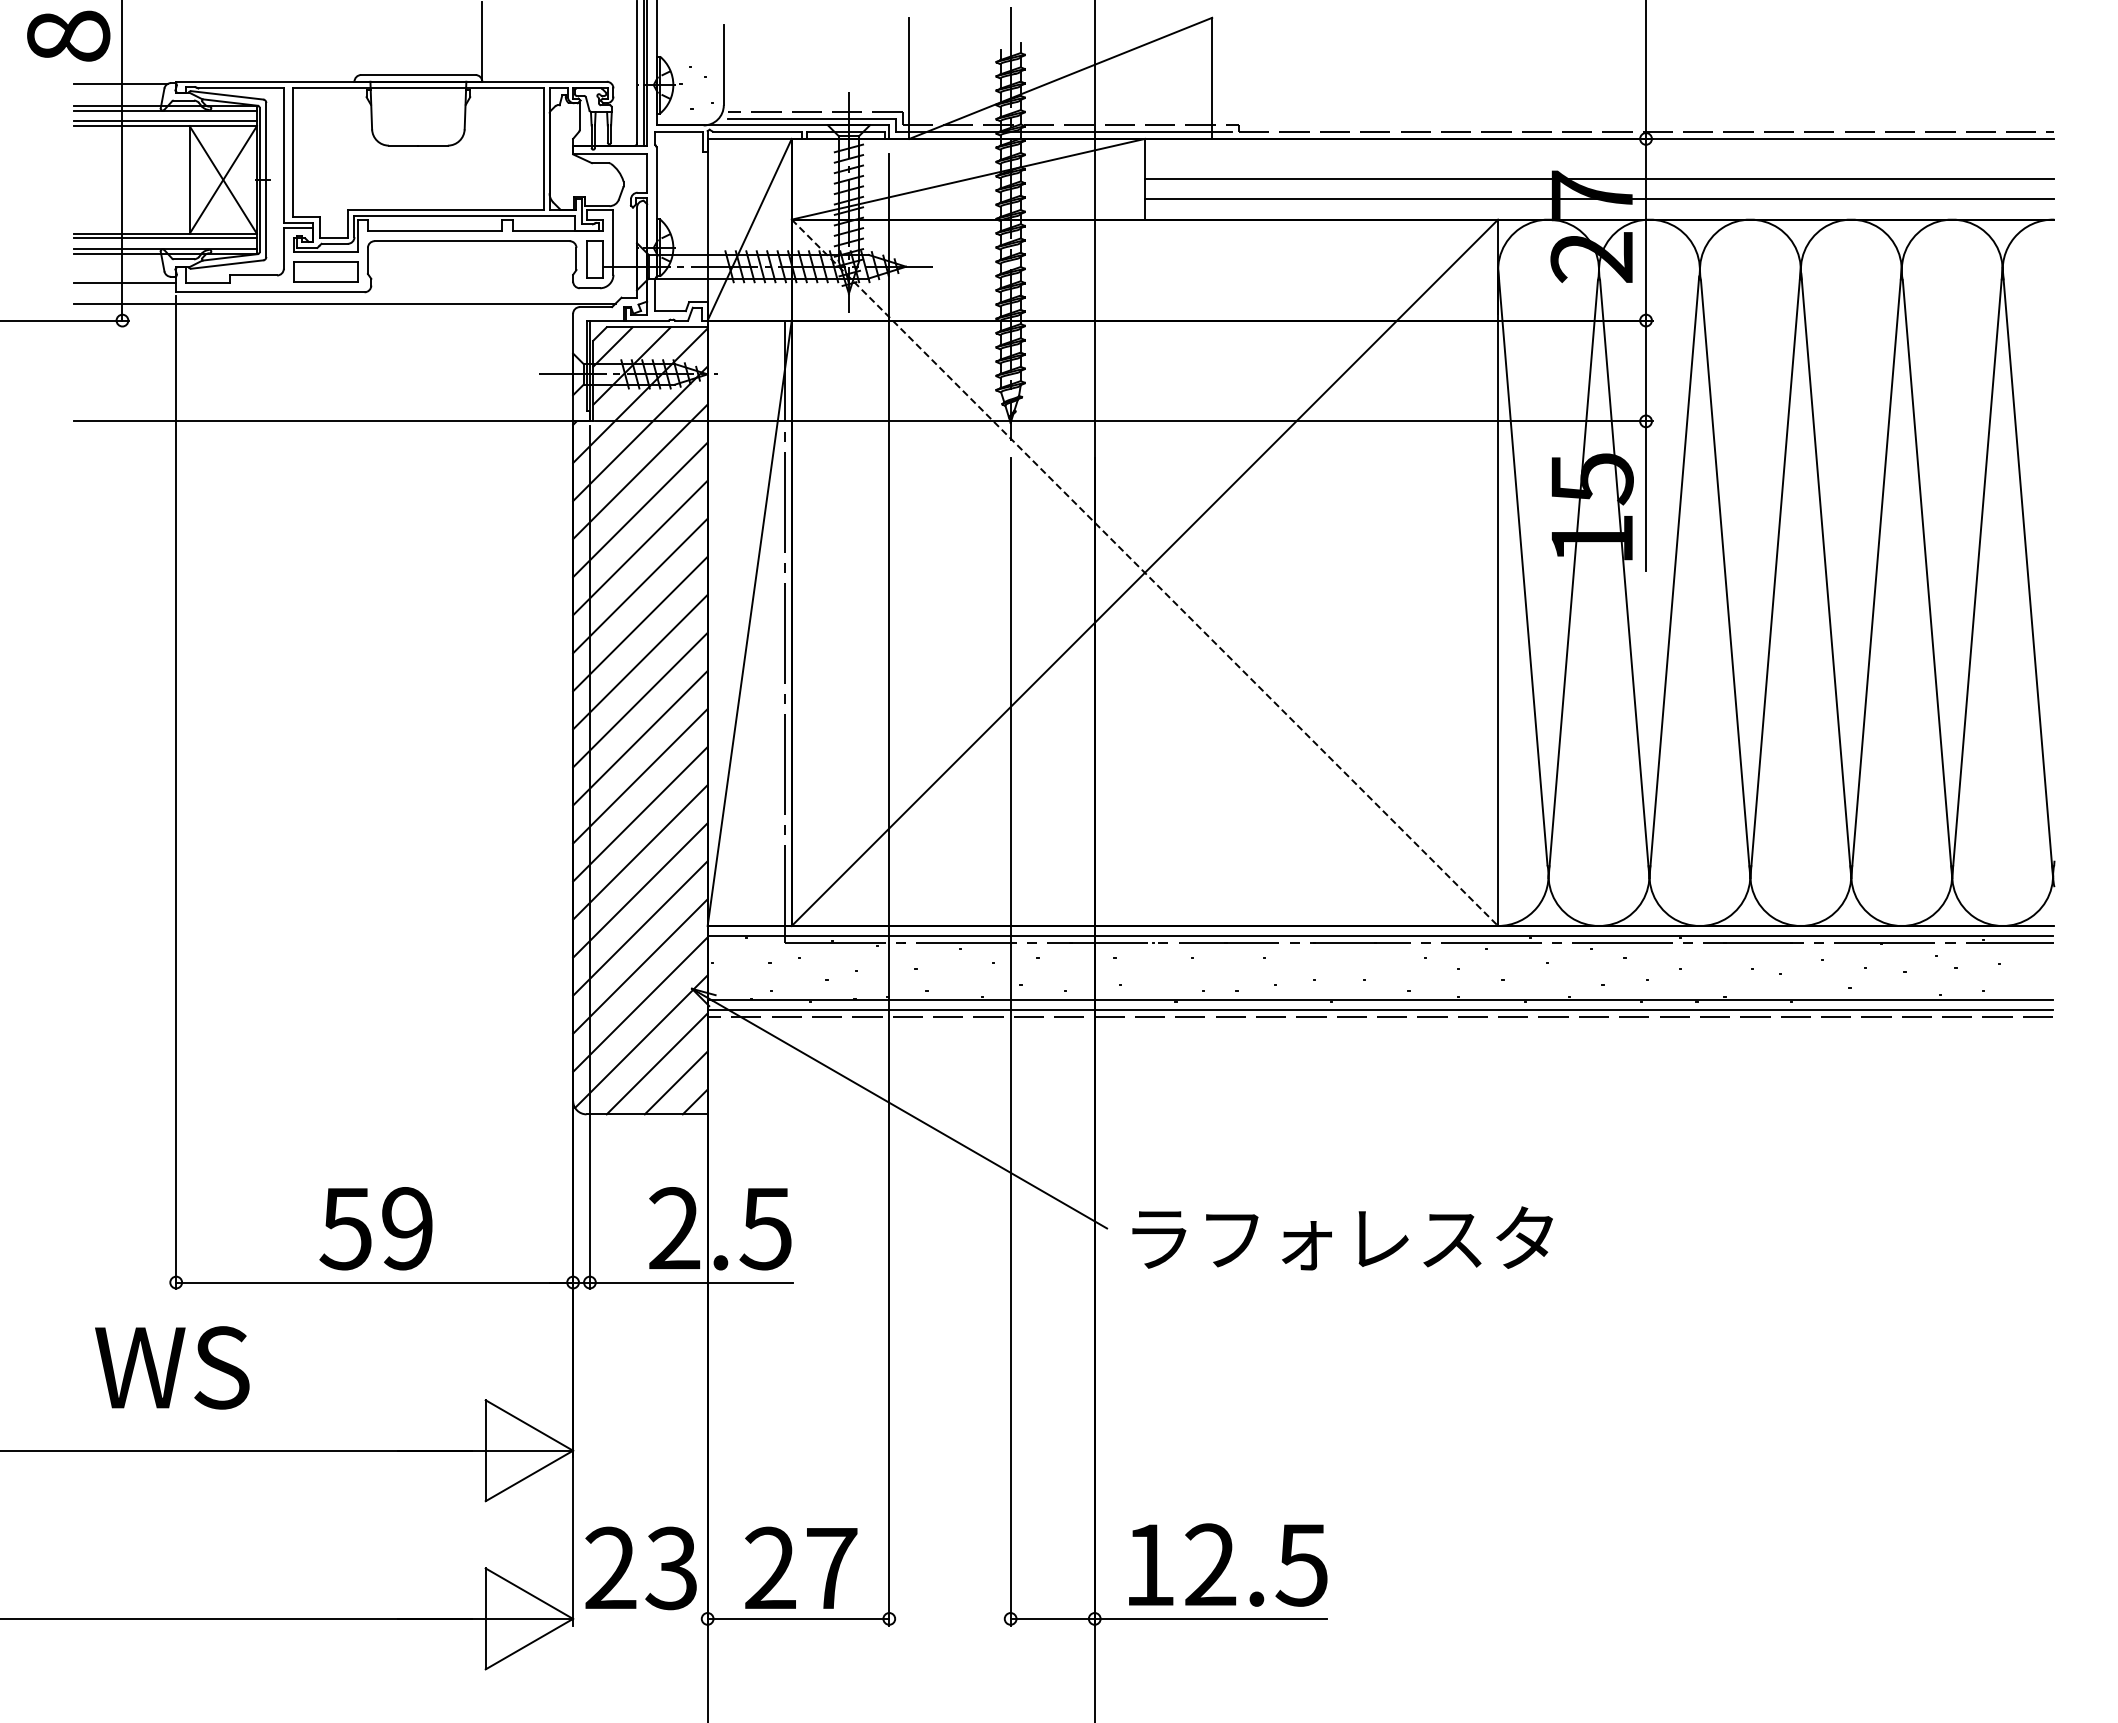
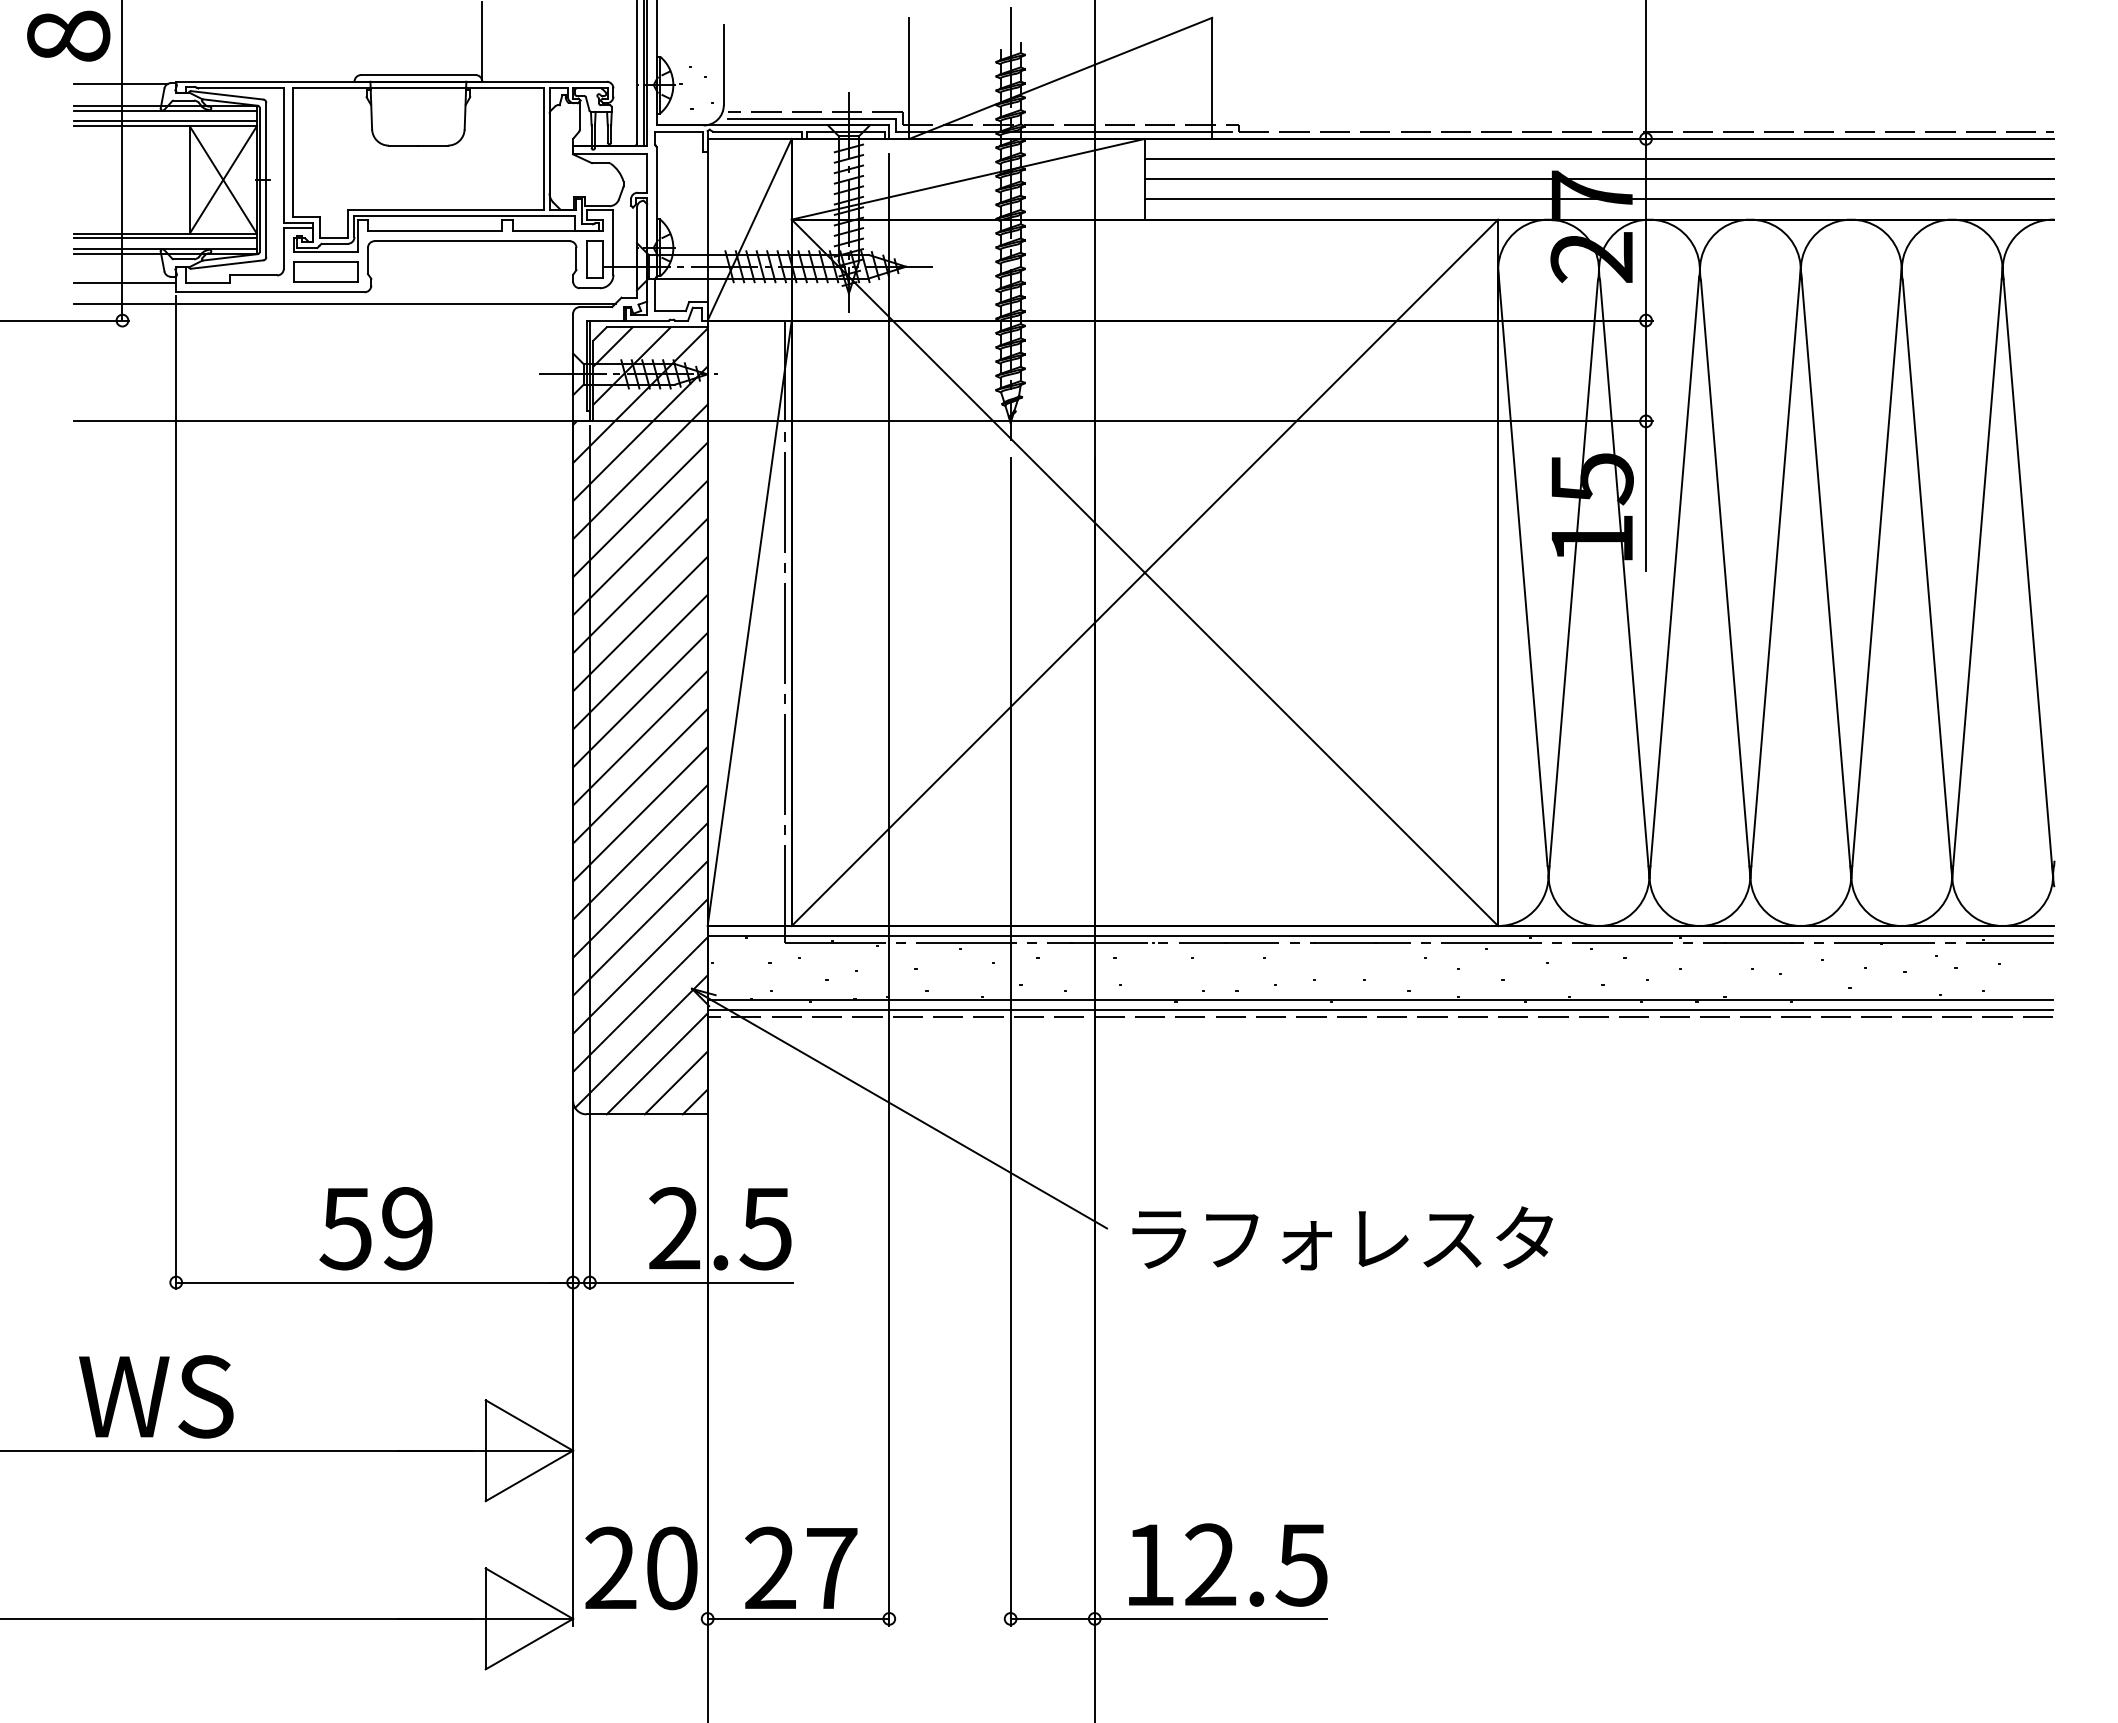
line at (1599, 159): none -> present
line at (1145, 573): dashed -> solid
text at (172, 1367) position: (172, 1367) -> (156, 1396)
text at (671, 1568): 23 -> 20
